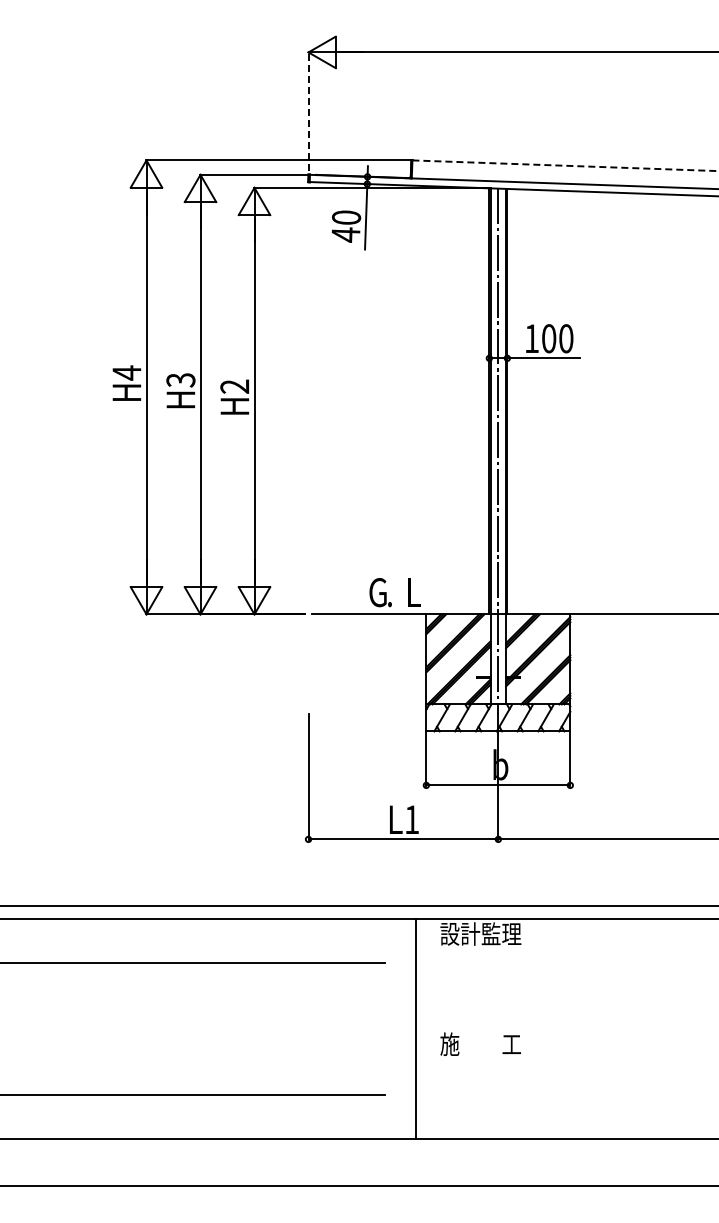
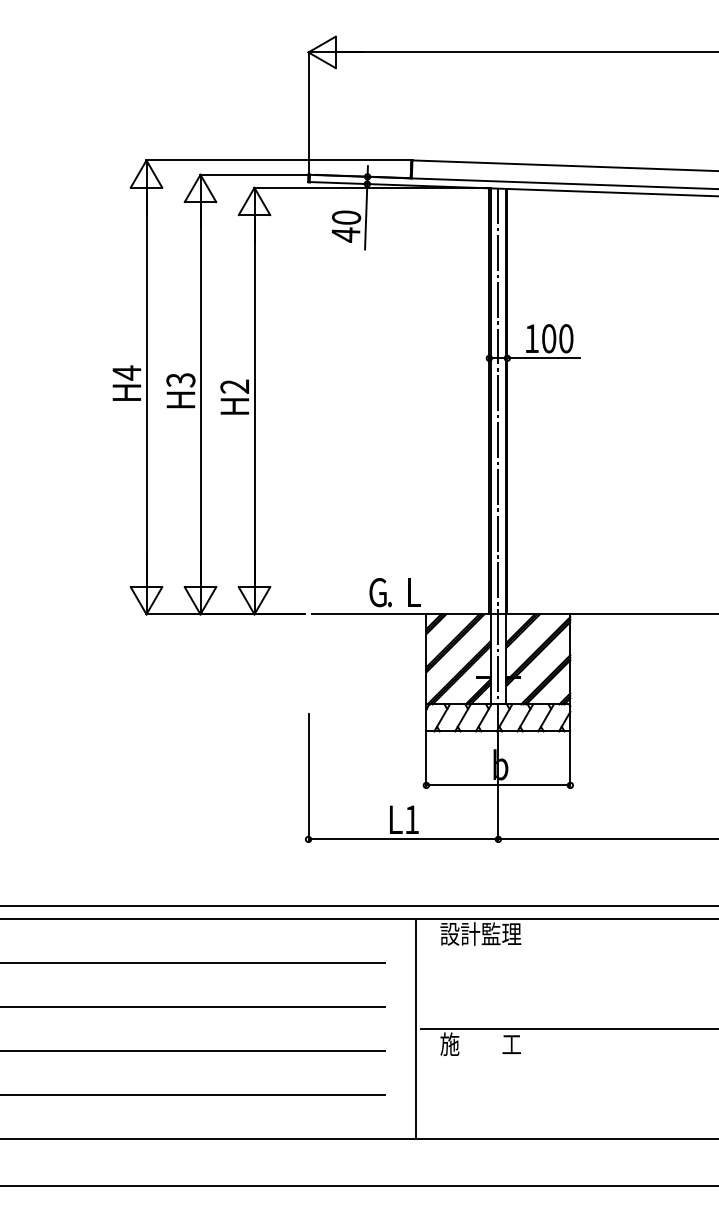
line at (308, 117): dashed -> solid
line at (565, 165): dashed -> solid
line at (193, 1006): none -> present
line at (568, 1028): none -> present
line at (193, 1050): none -> present
